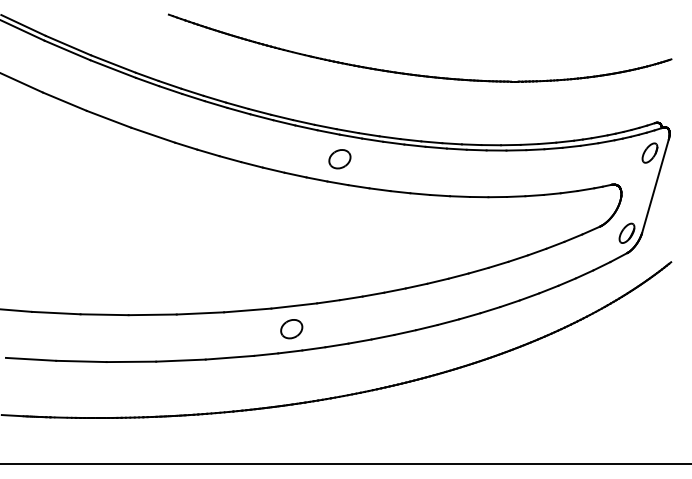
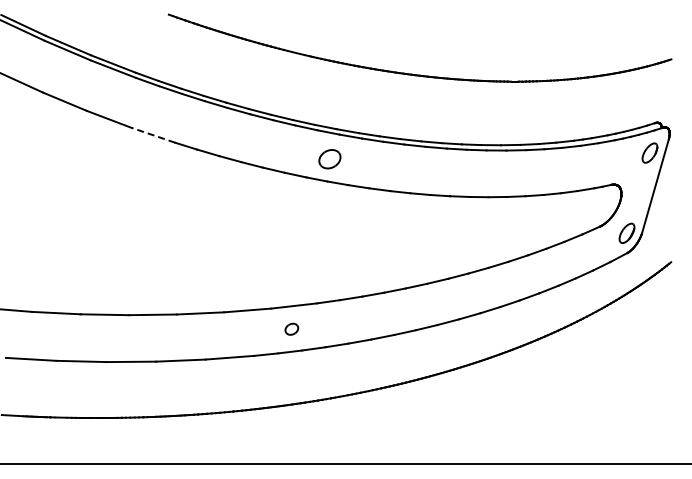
line at (152, 135): solid -> dashed
part at (339, 159) position: (339, 159) -> (329, 159)
part at (291, 329) size: 24x21 px -> 16x14 px
